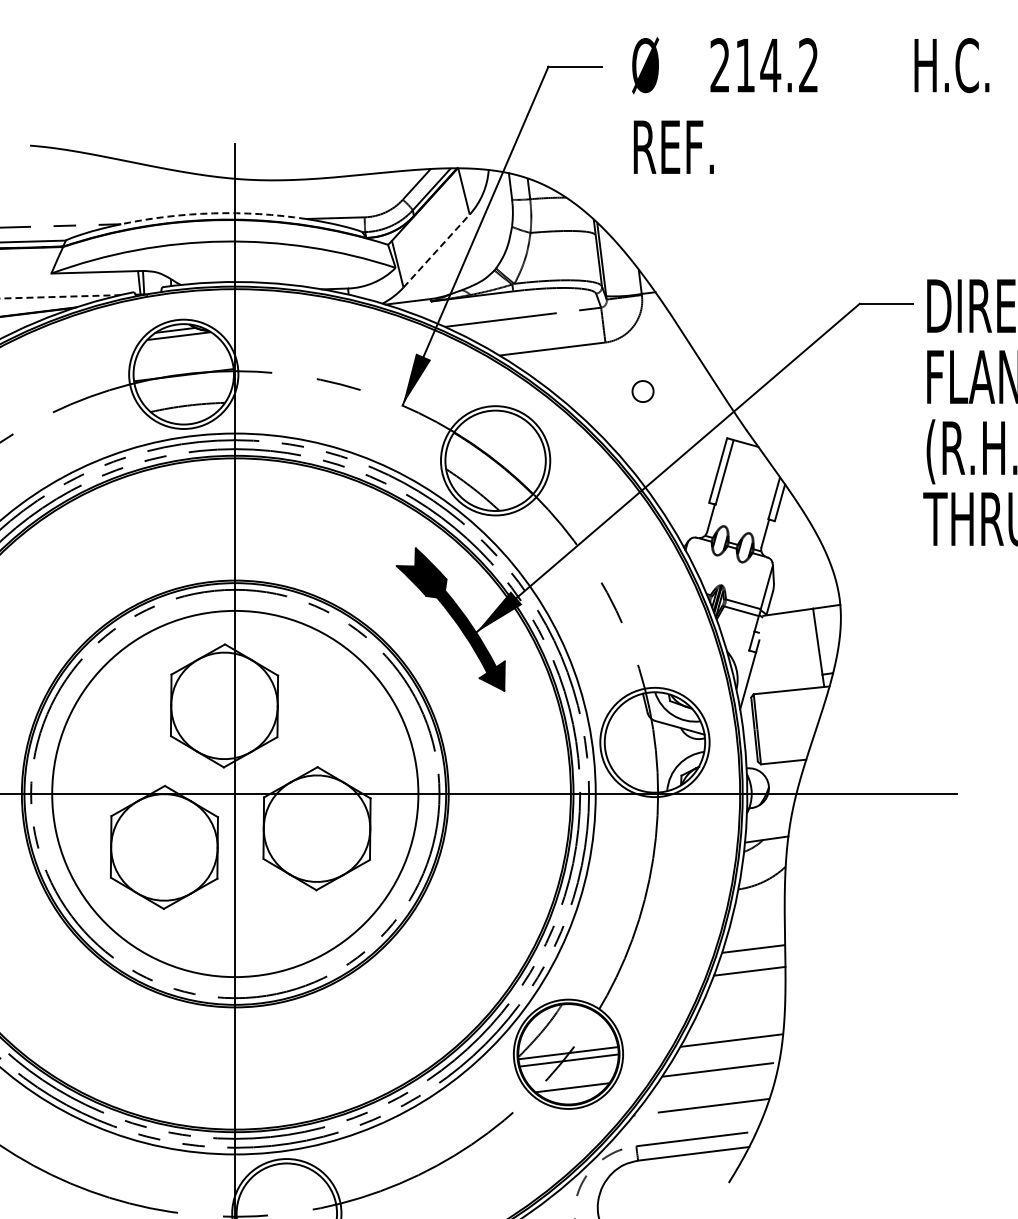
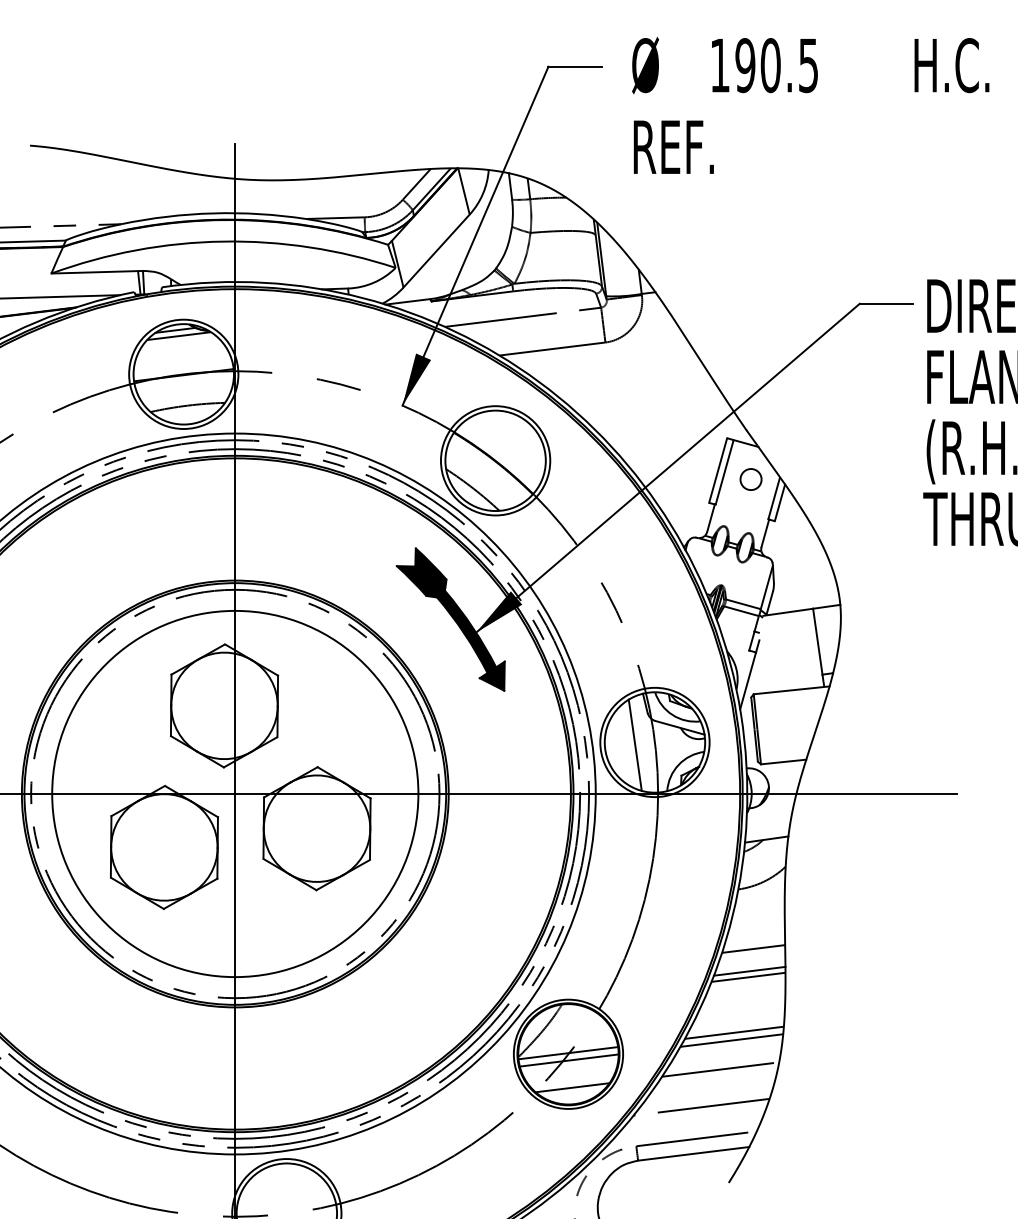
text at (763, 65): 214.2 -> 190.5
arc at (213, 213): dashed -> solid
line at (436, 250): dashed -> solid
line at (60, 296): dashed -> solid
circle at (642, 391) position: (642, 391) -> (750, 479)
line at (634, 744): none -> present
line at (748, 976): none -> present
line at (733, 1032): none -> present
